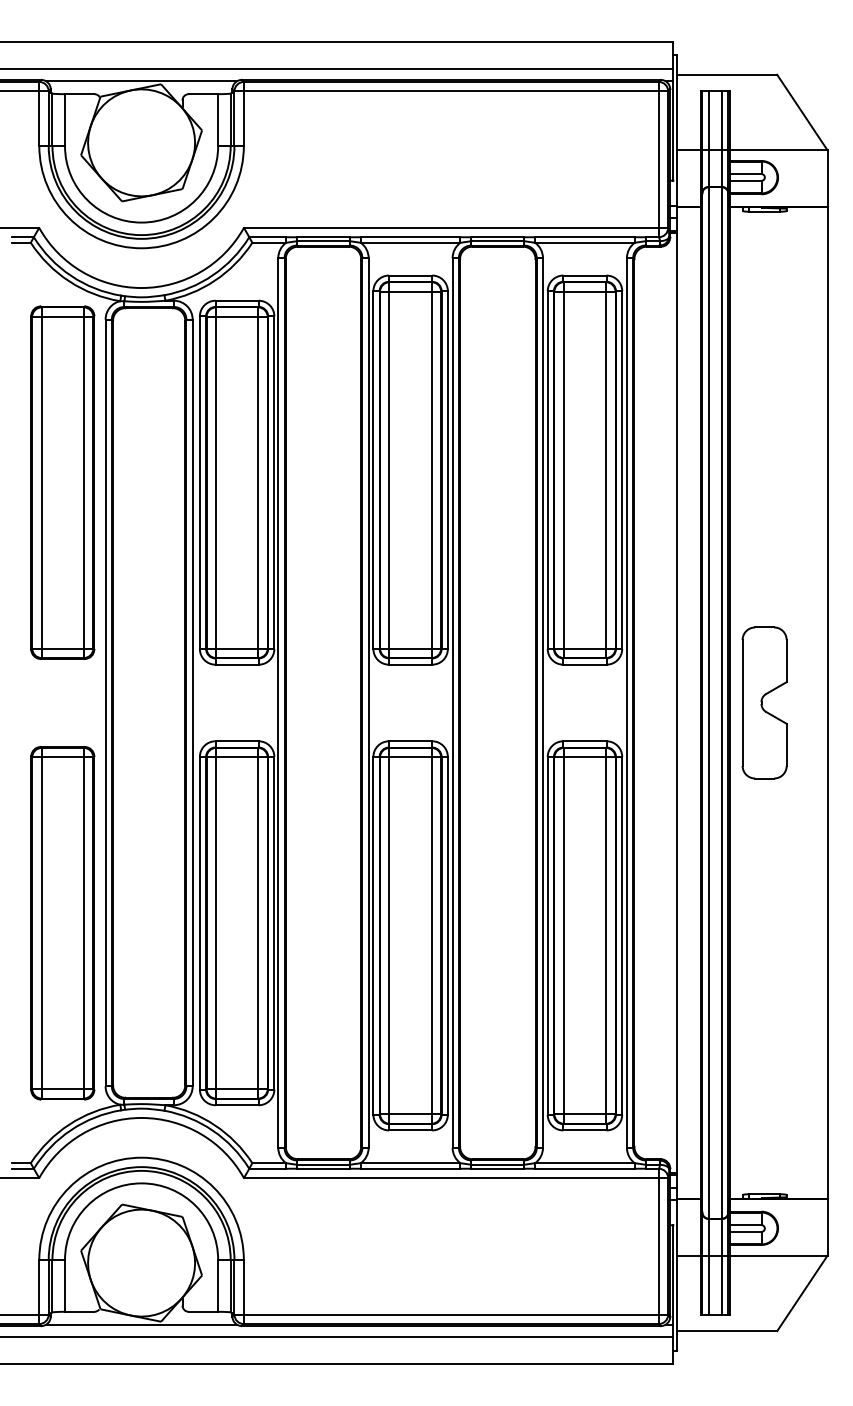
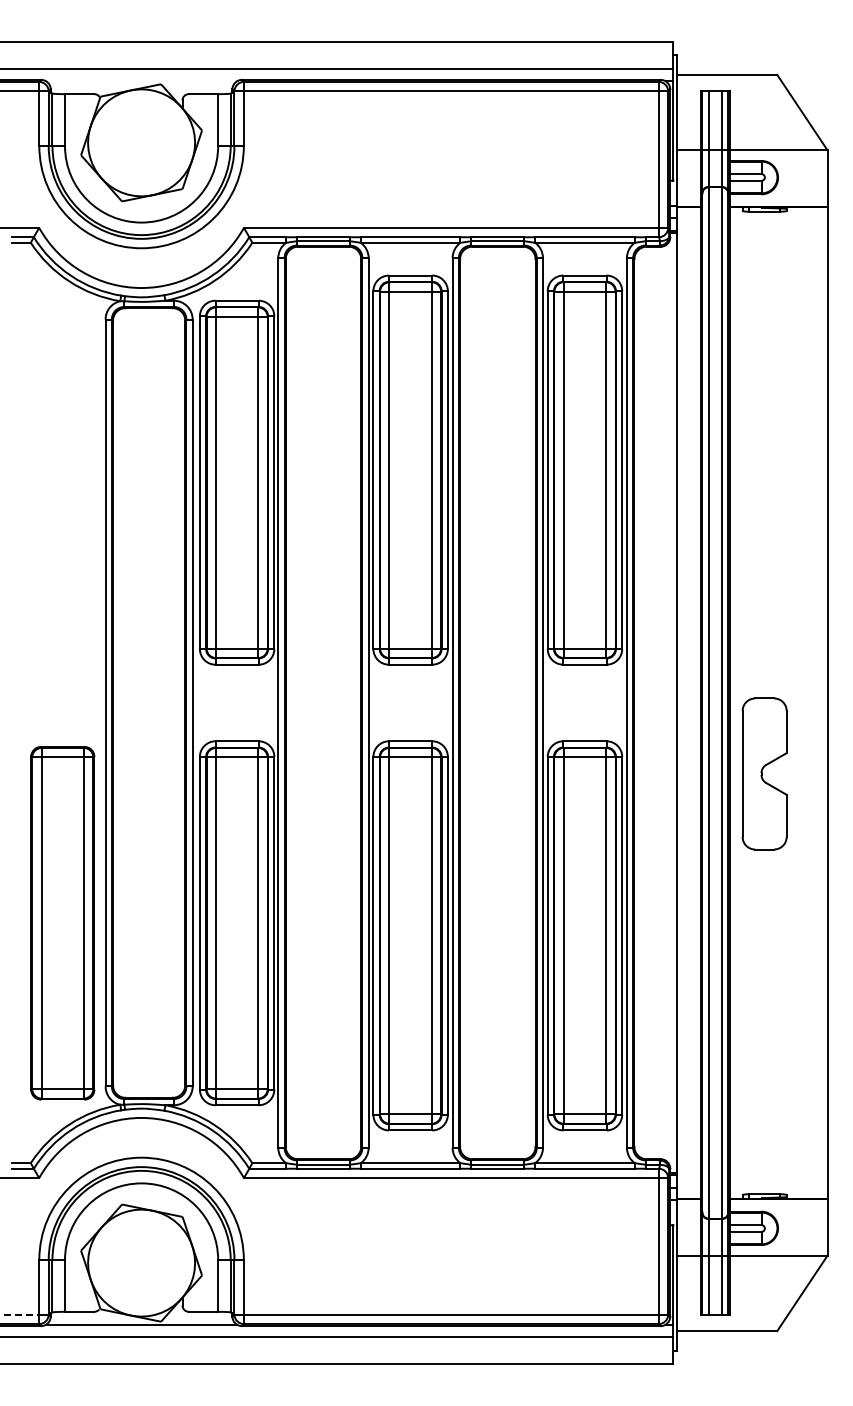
line at (141, 81): present -> none
part at (62, 482): present -> none
part at (764, 702) position: (764, 702) -> (764, 773)
line at (20, 1314): solid -> dashed
